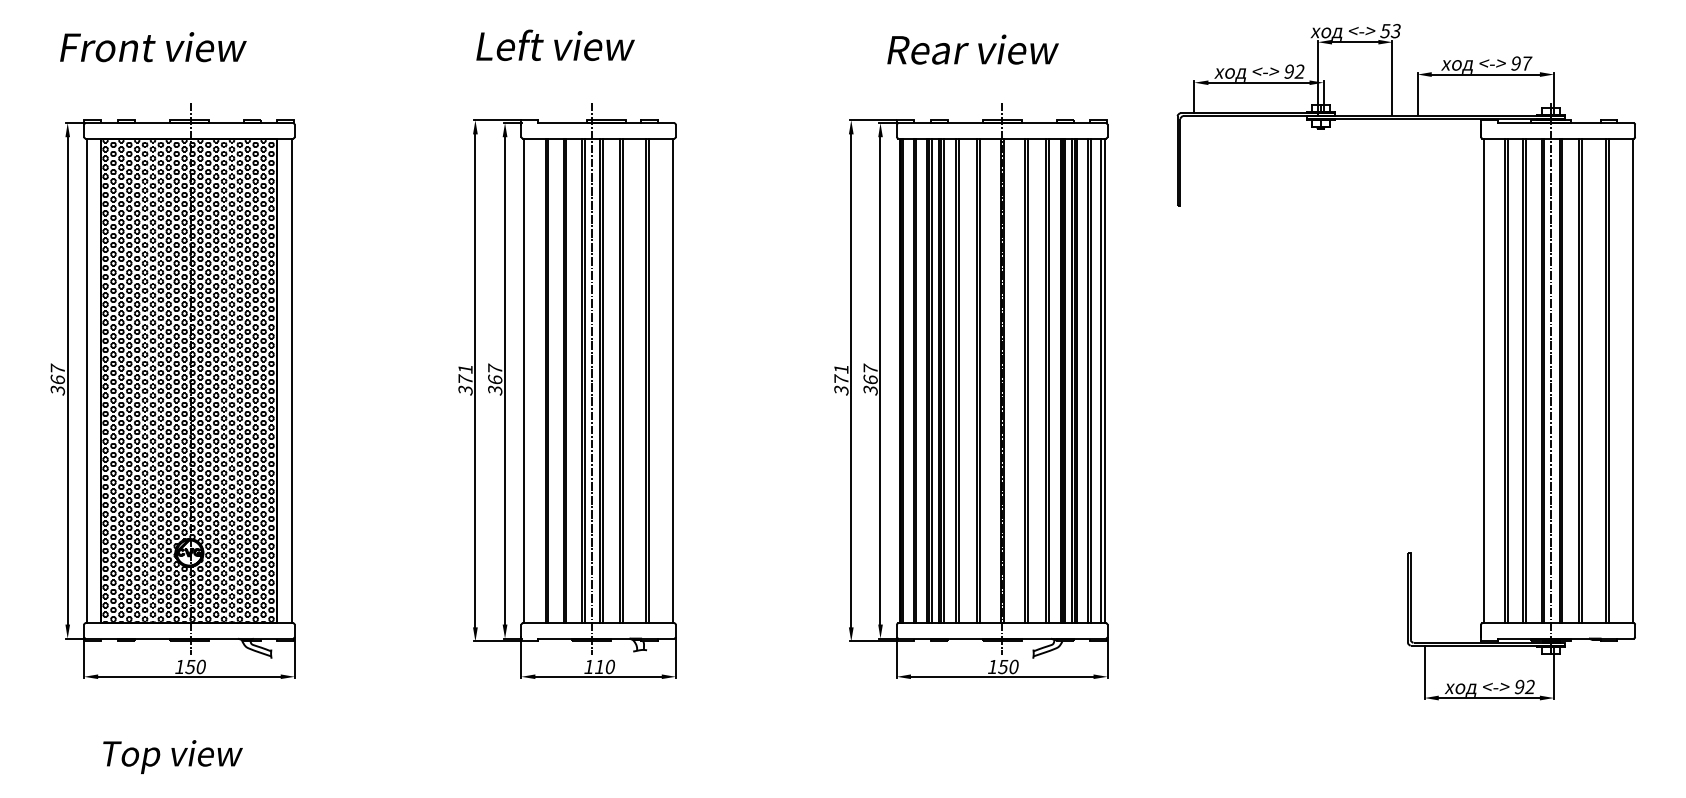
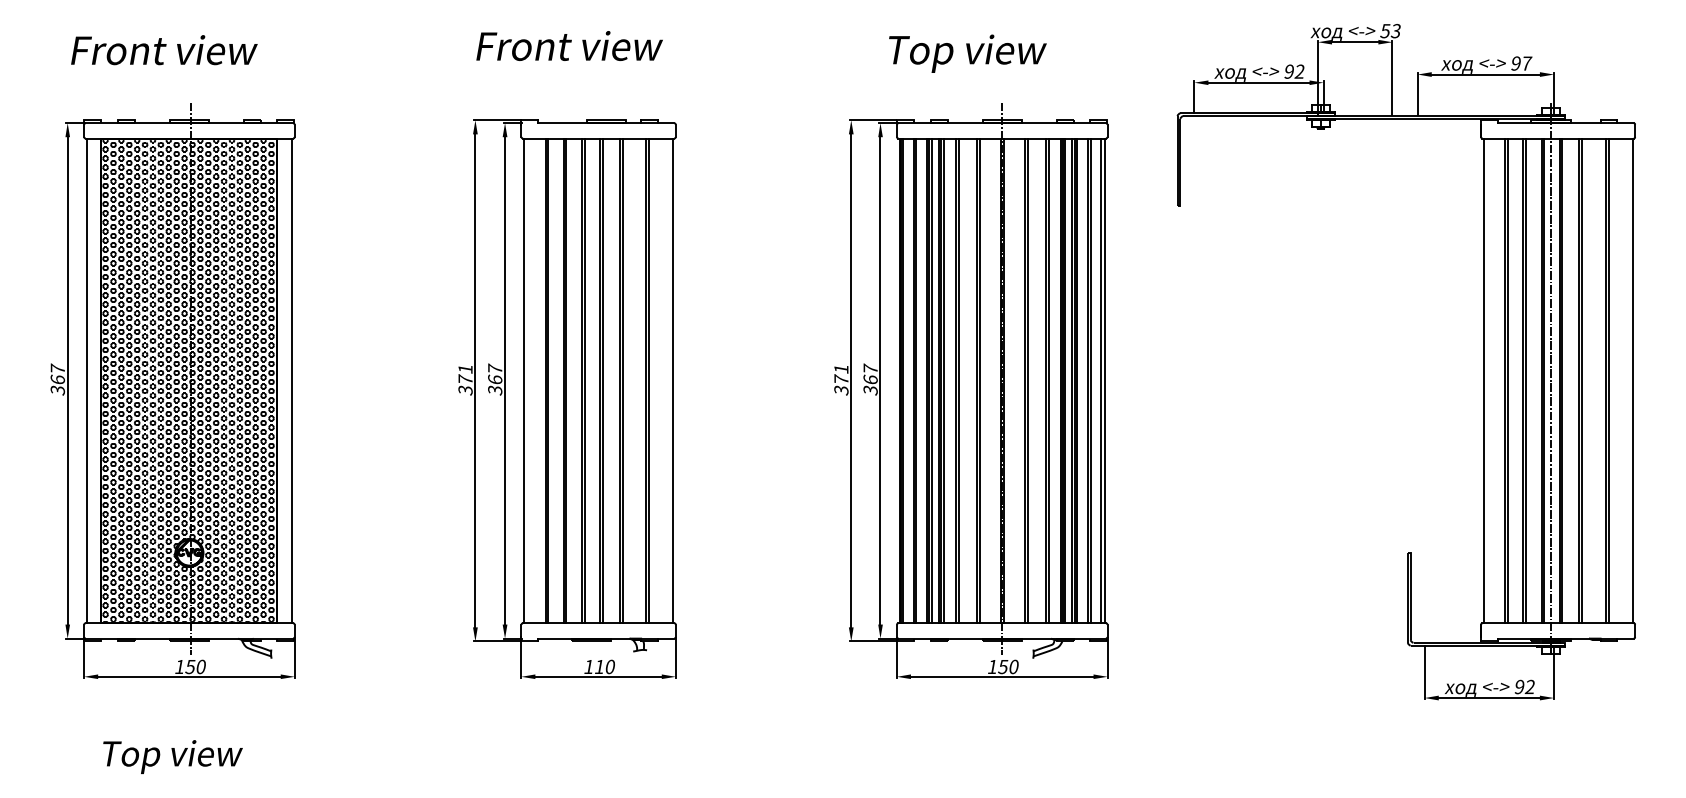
text at (571, 45): Left view -> Front view
text at (153, 47) position: (153, 47) -> (164, 50)
text at (972, 53): Rear view -> Top view
line at (591, 378): present -> none
